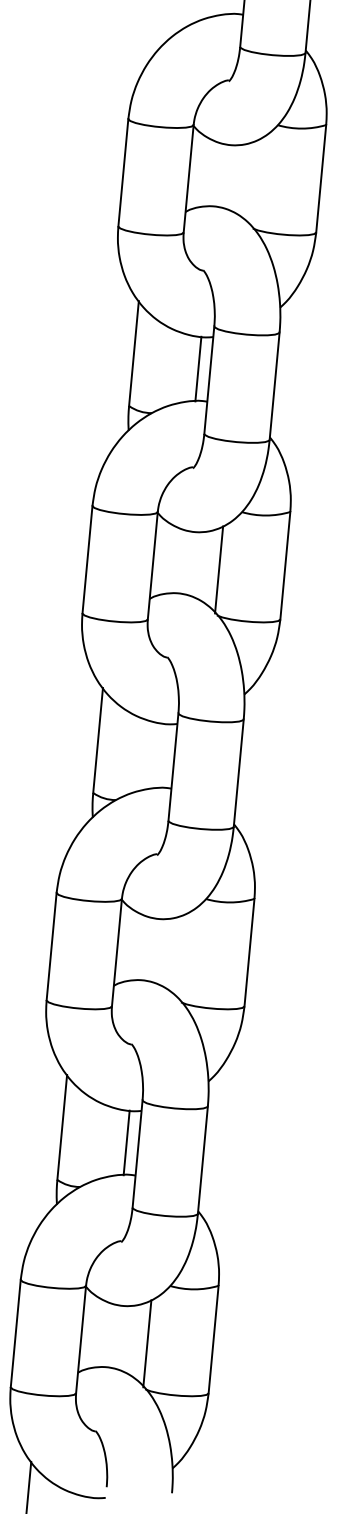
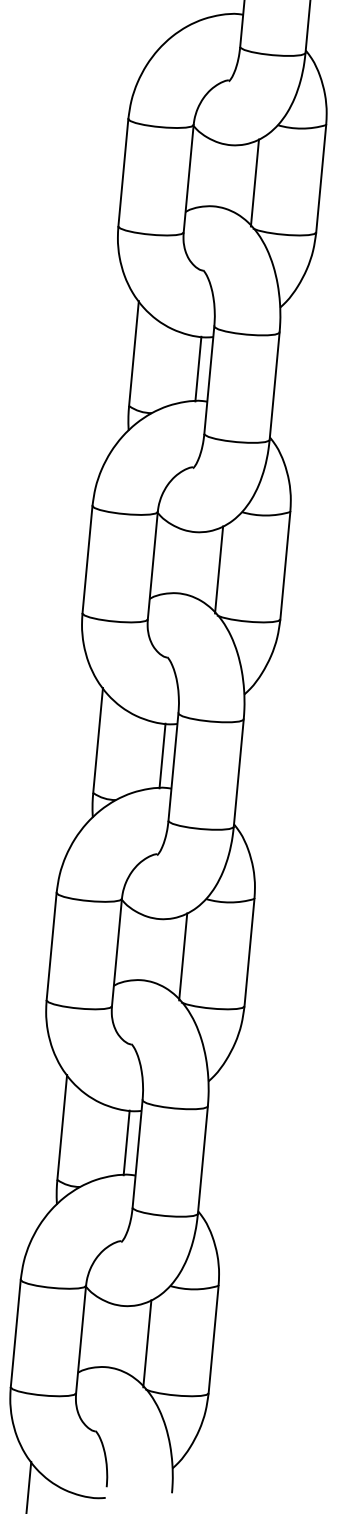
line at (254, 182): none -> present
line at (162, 755): none -> present
line at (183, 956): none -> present
